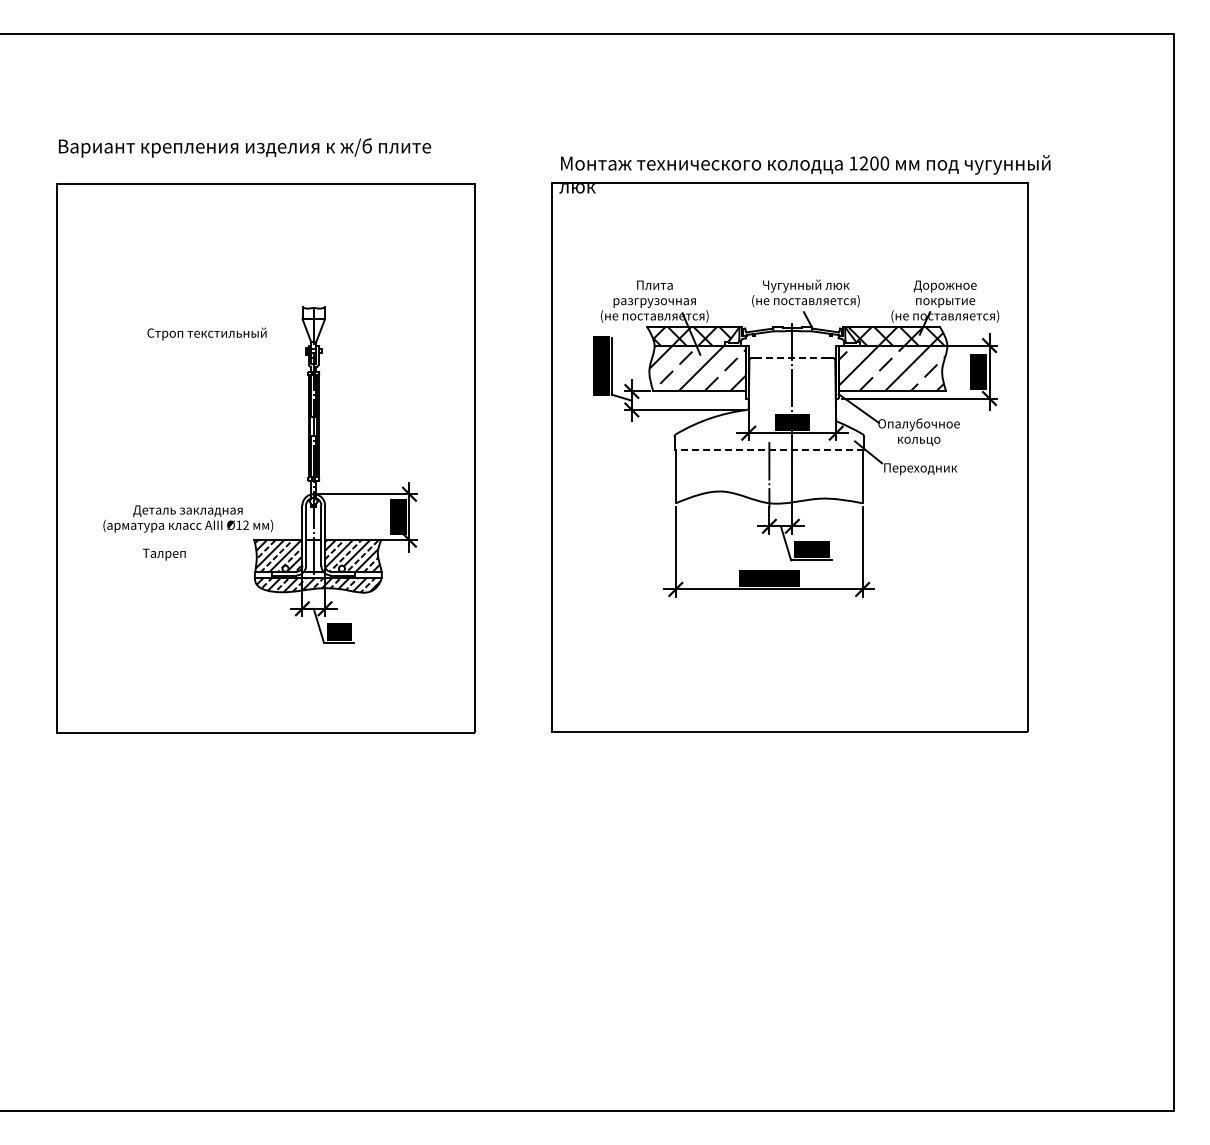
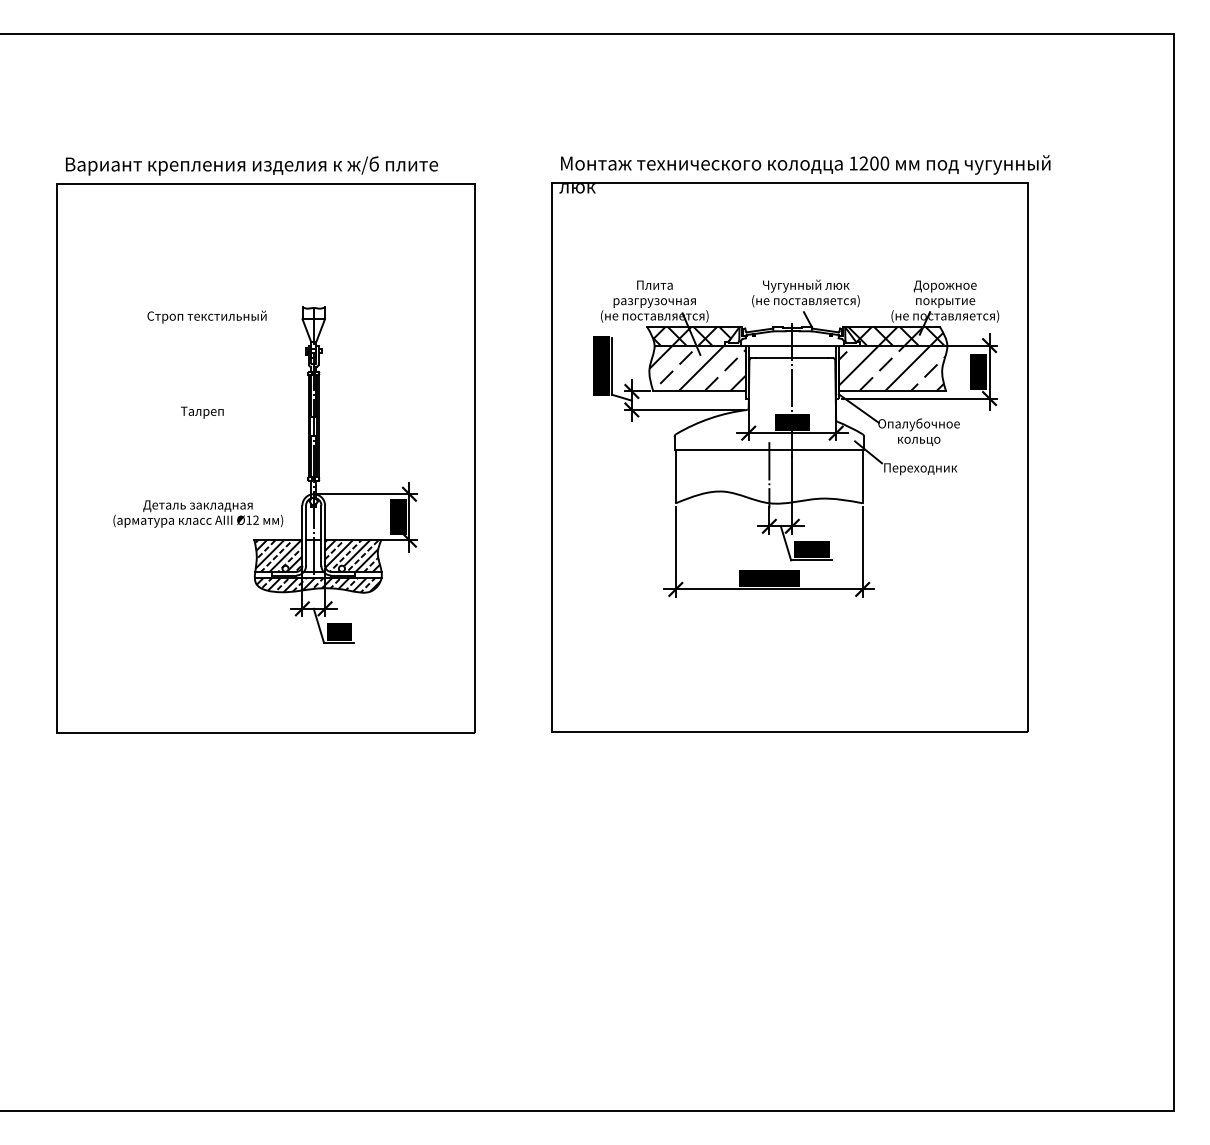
text at (245, 147) position: (245, 147) -> (252, 165)
text at (206, 333) position: (206, 333) -> (206, 316)
line at (792, 345): none -> present
line at (792, 358): dashed -> solid
line at (769, 449): dashed -> solid
text at (188, 518) position: (188, 518) -> (198, 513)
text at (164, 554) position: (164, 554) -> (202, 412)
